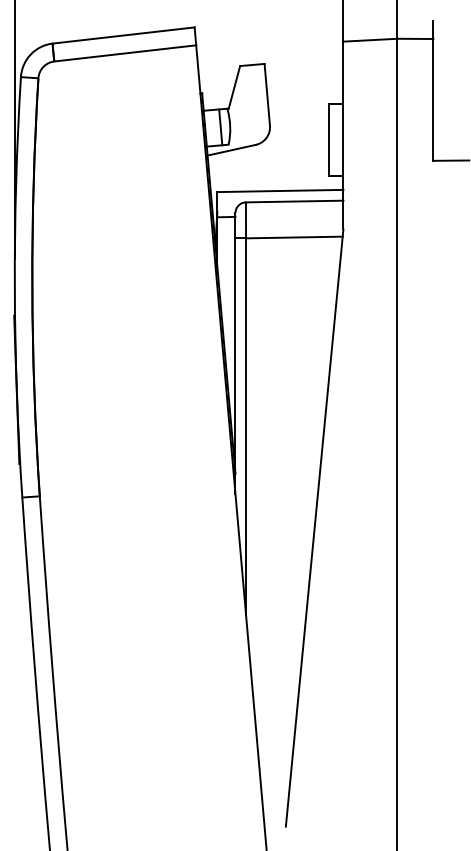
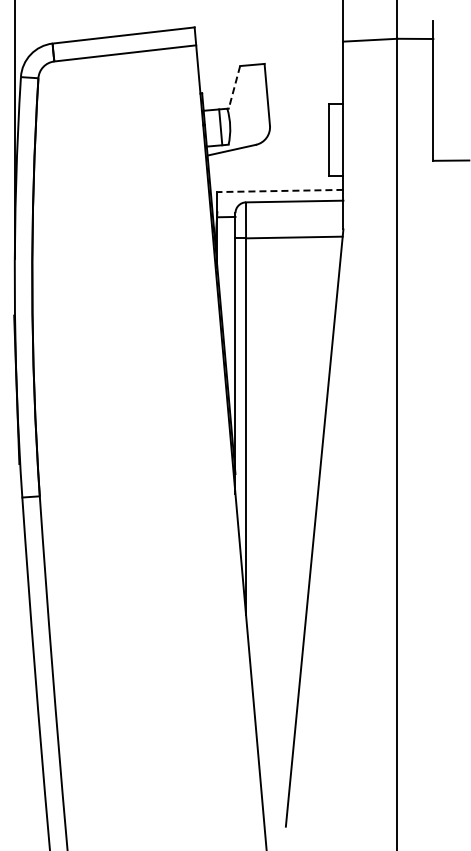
line at (234, 87): solid -> dashed
line at (280, 190): solid -> dashed
